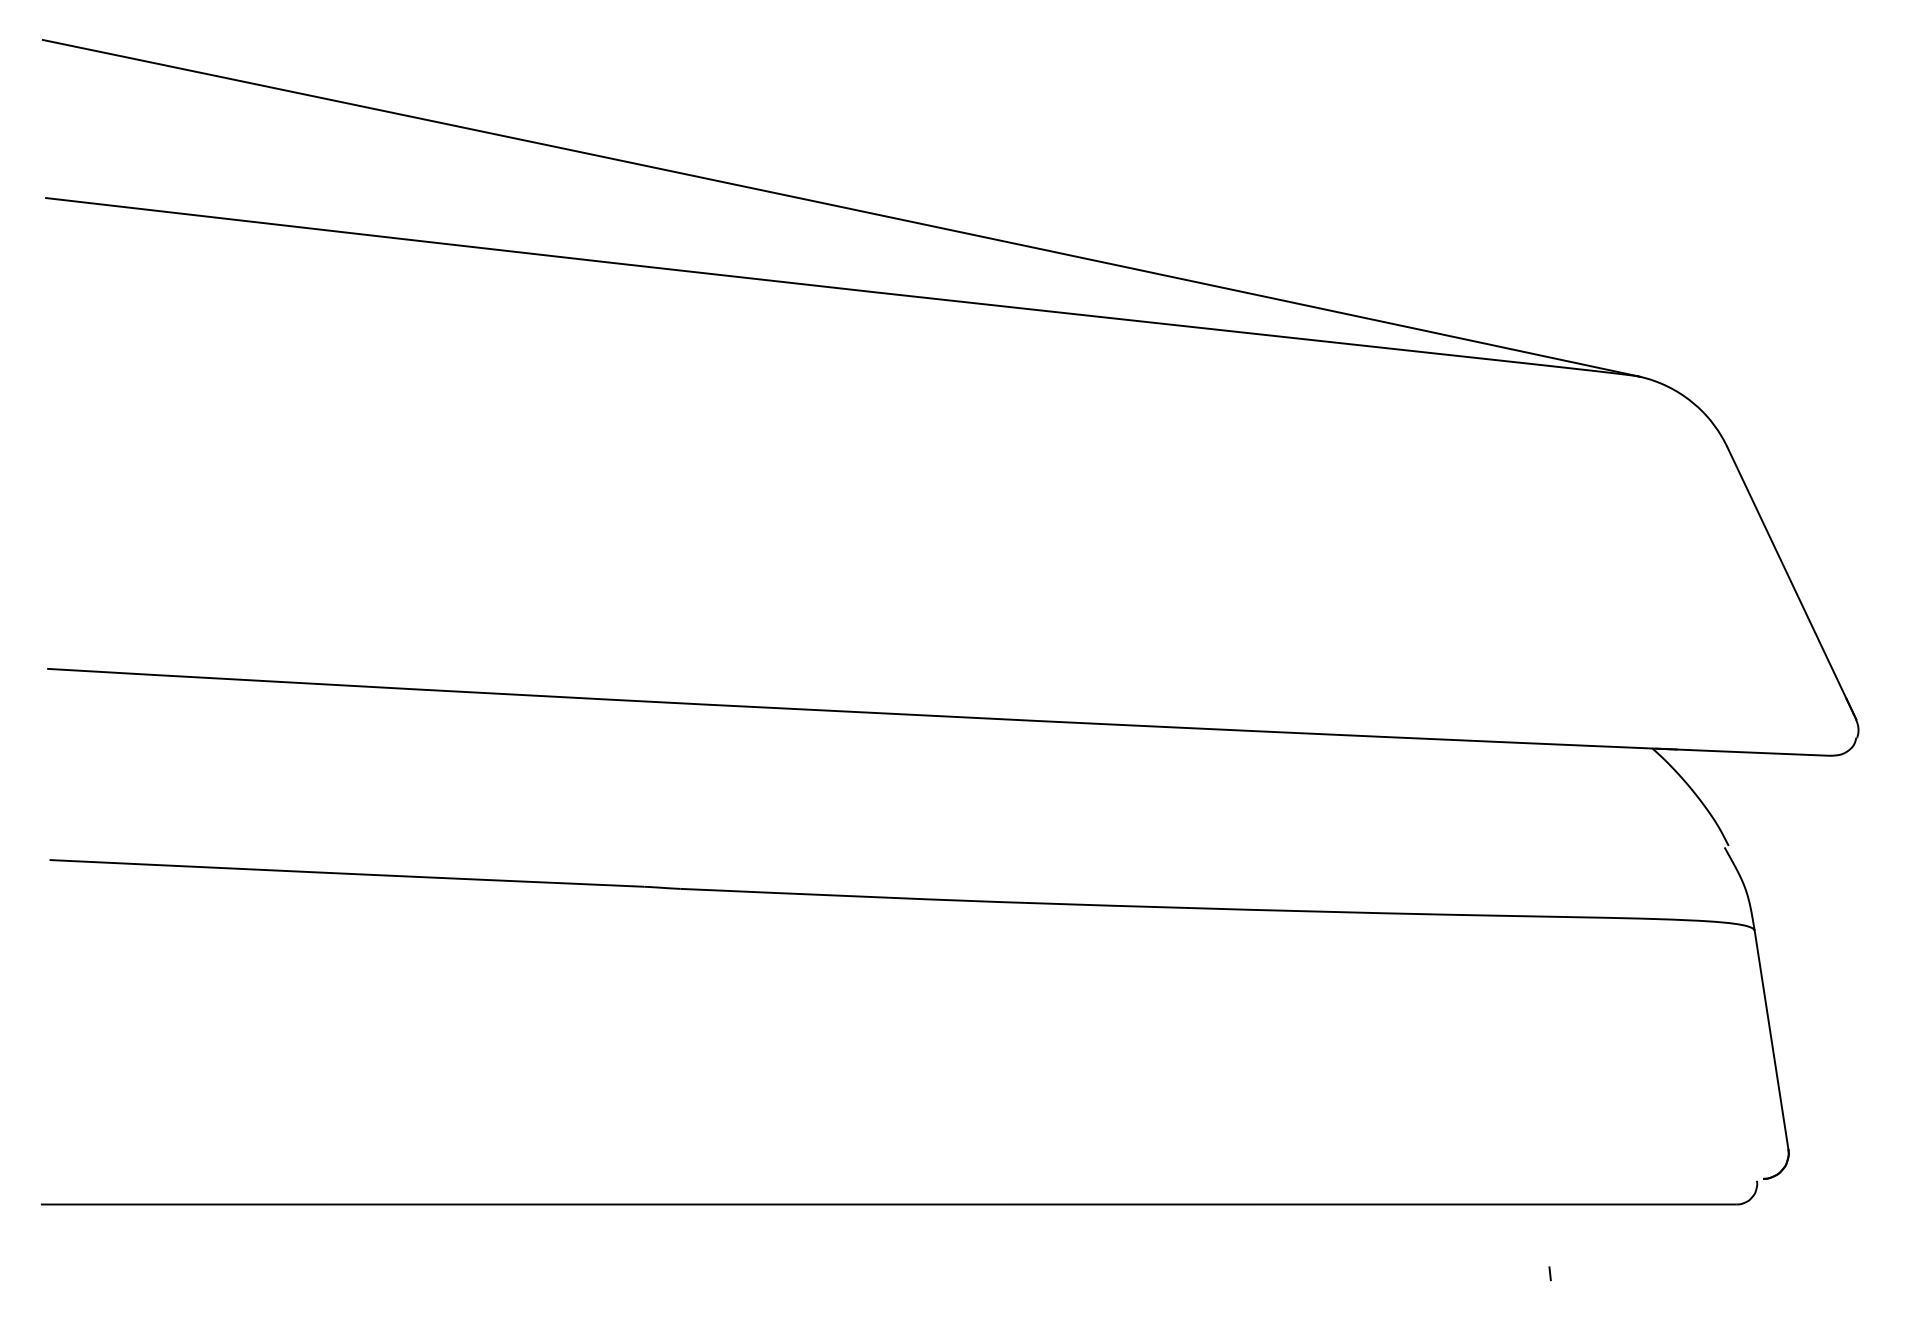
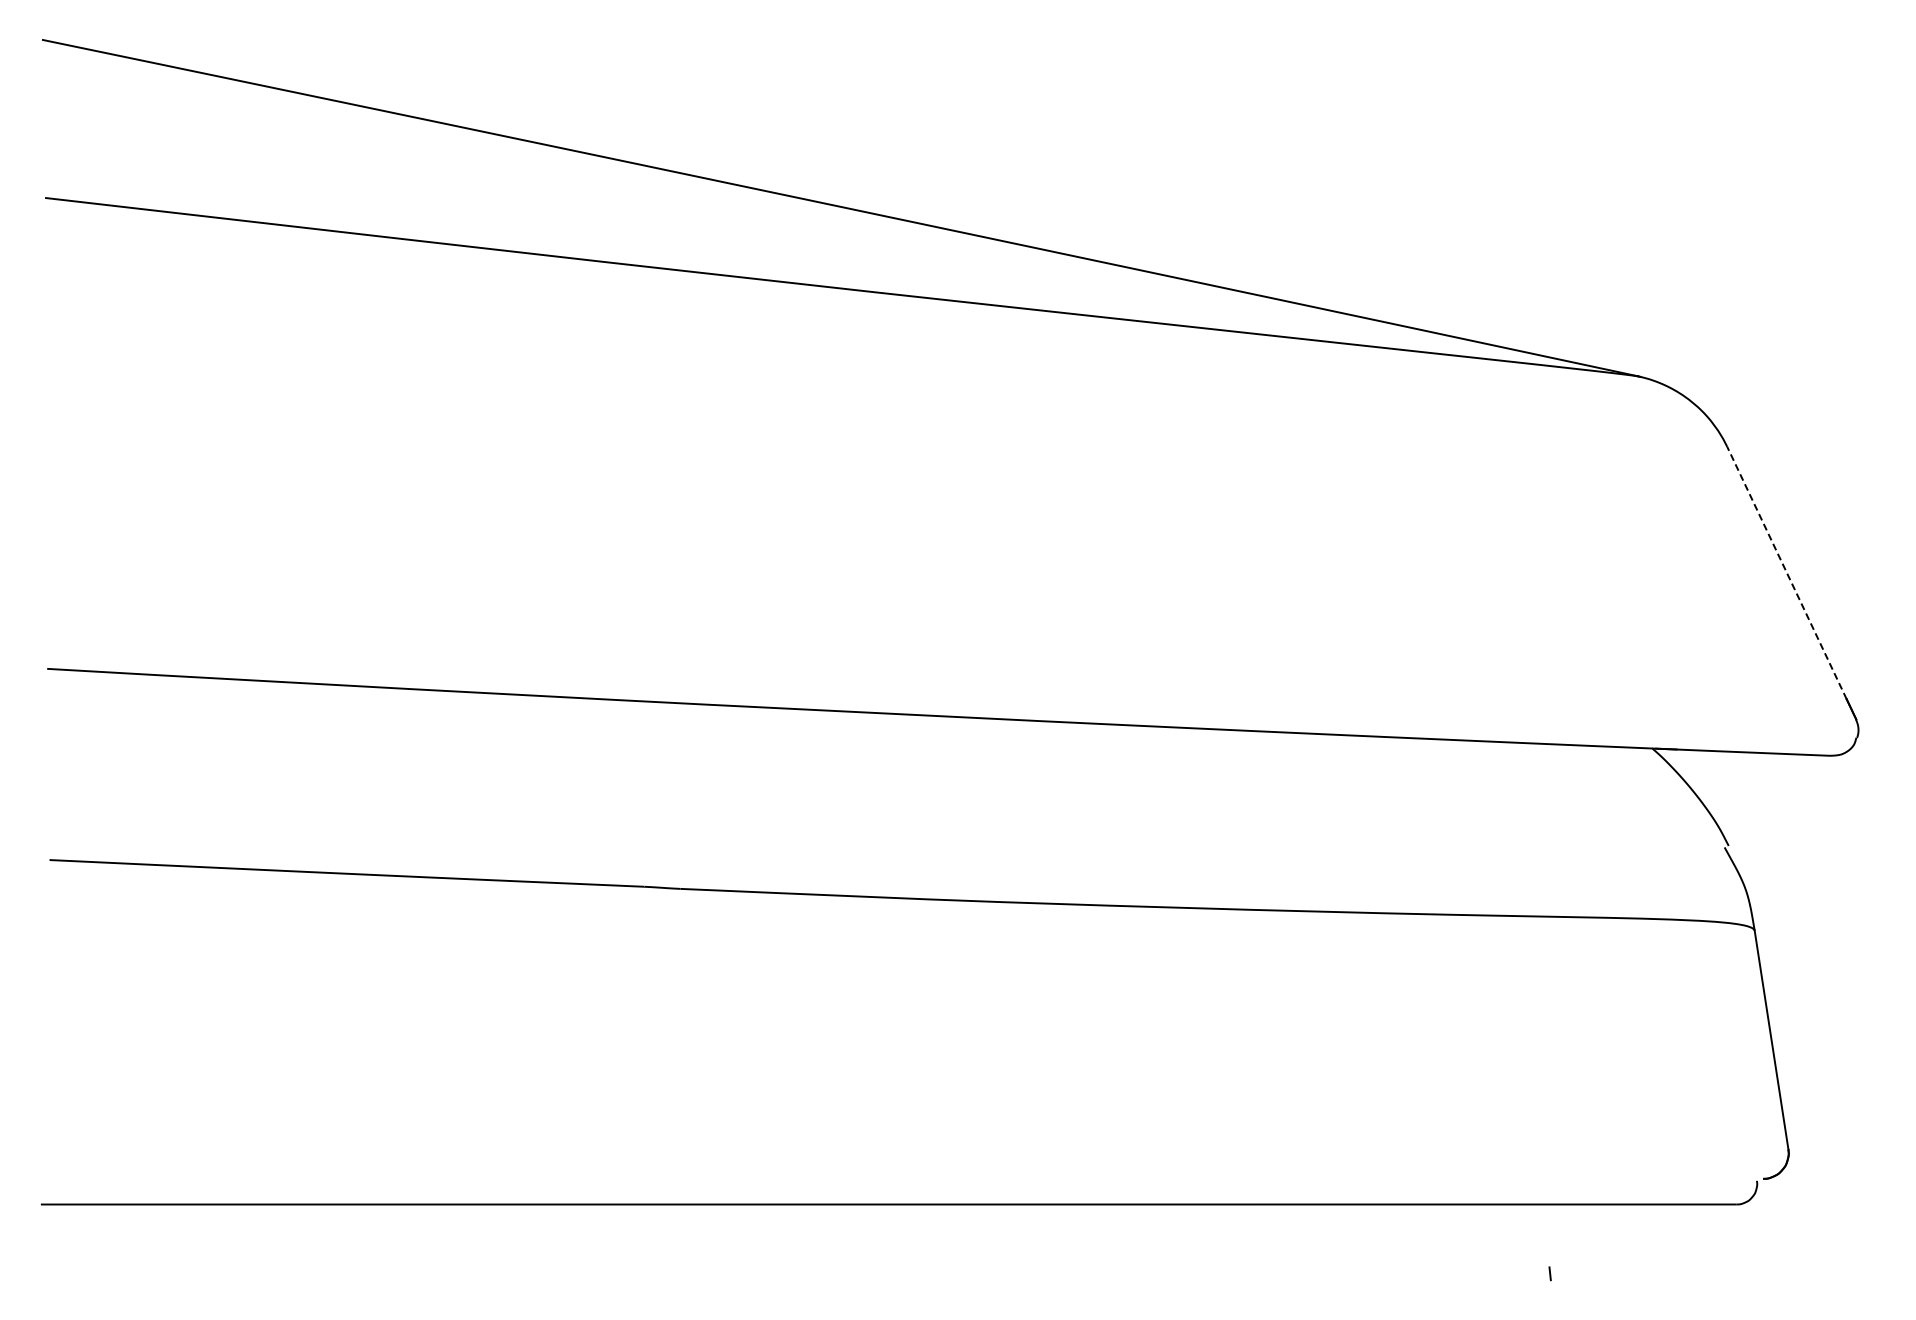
line at (1787, 573): solid -> dashed
